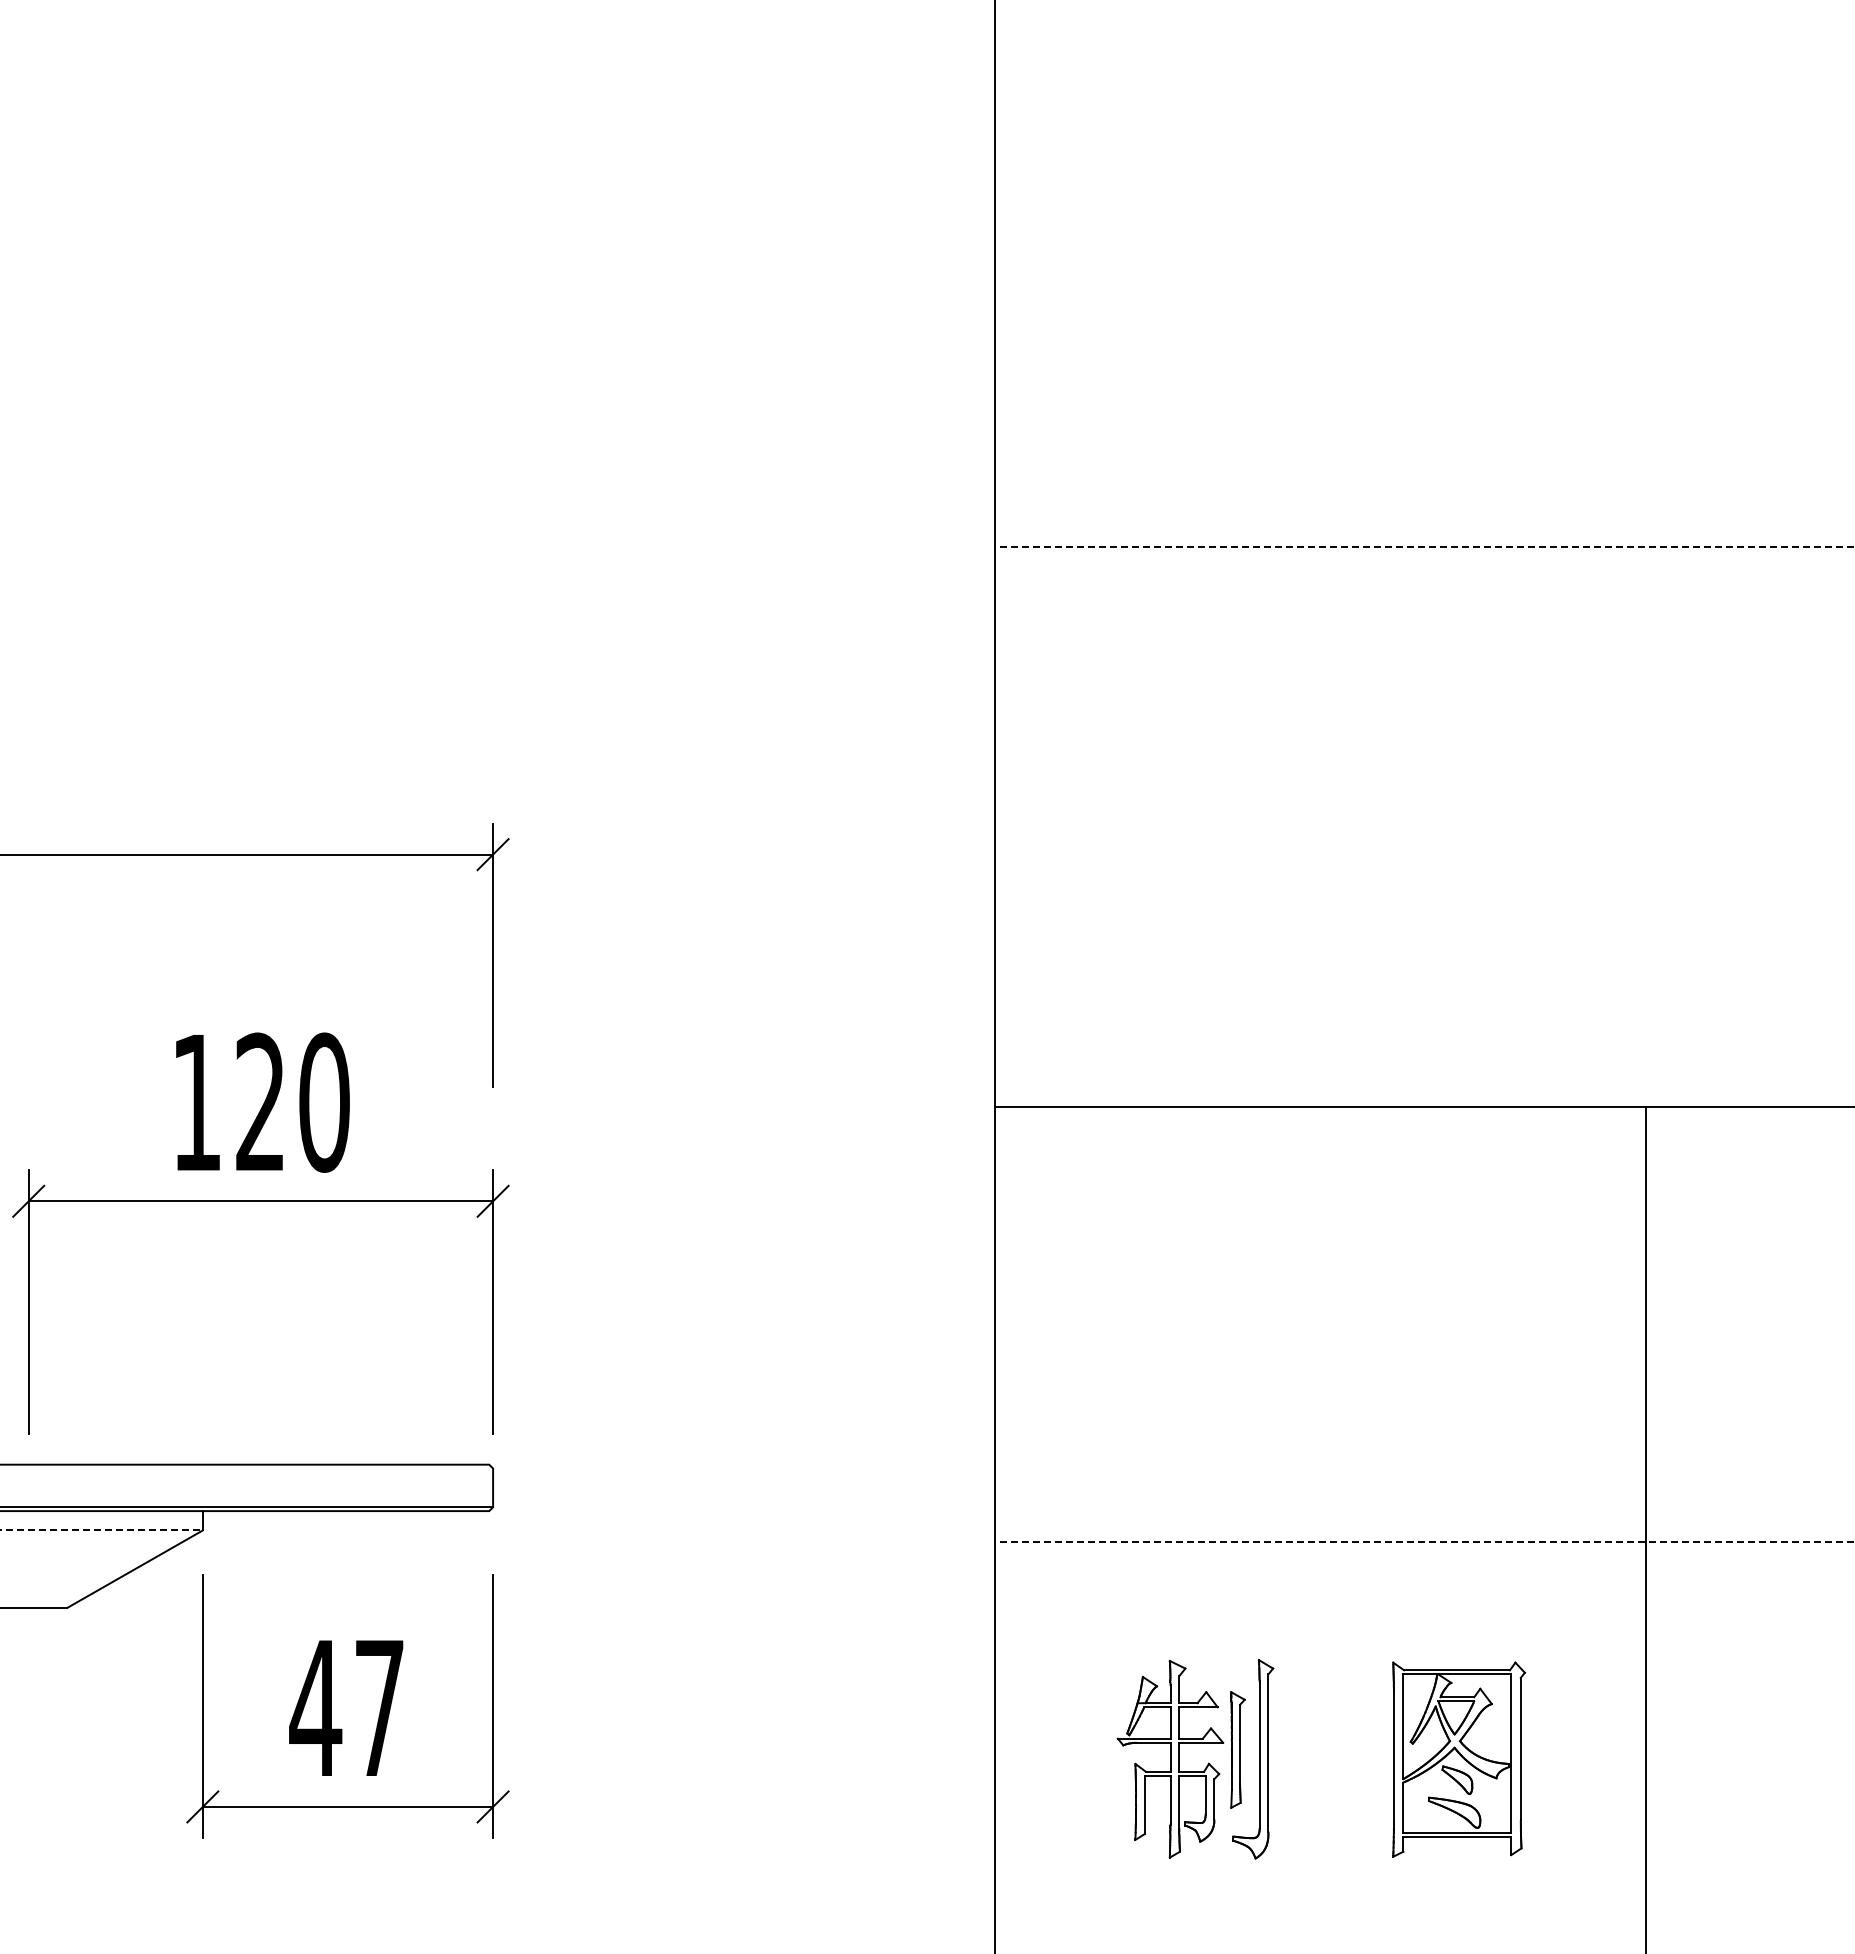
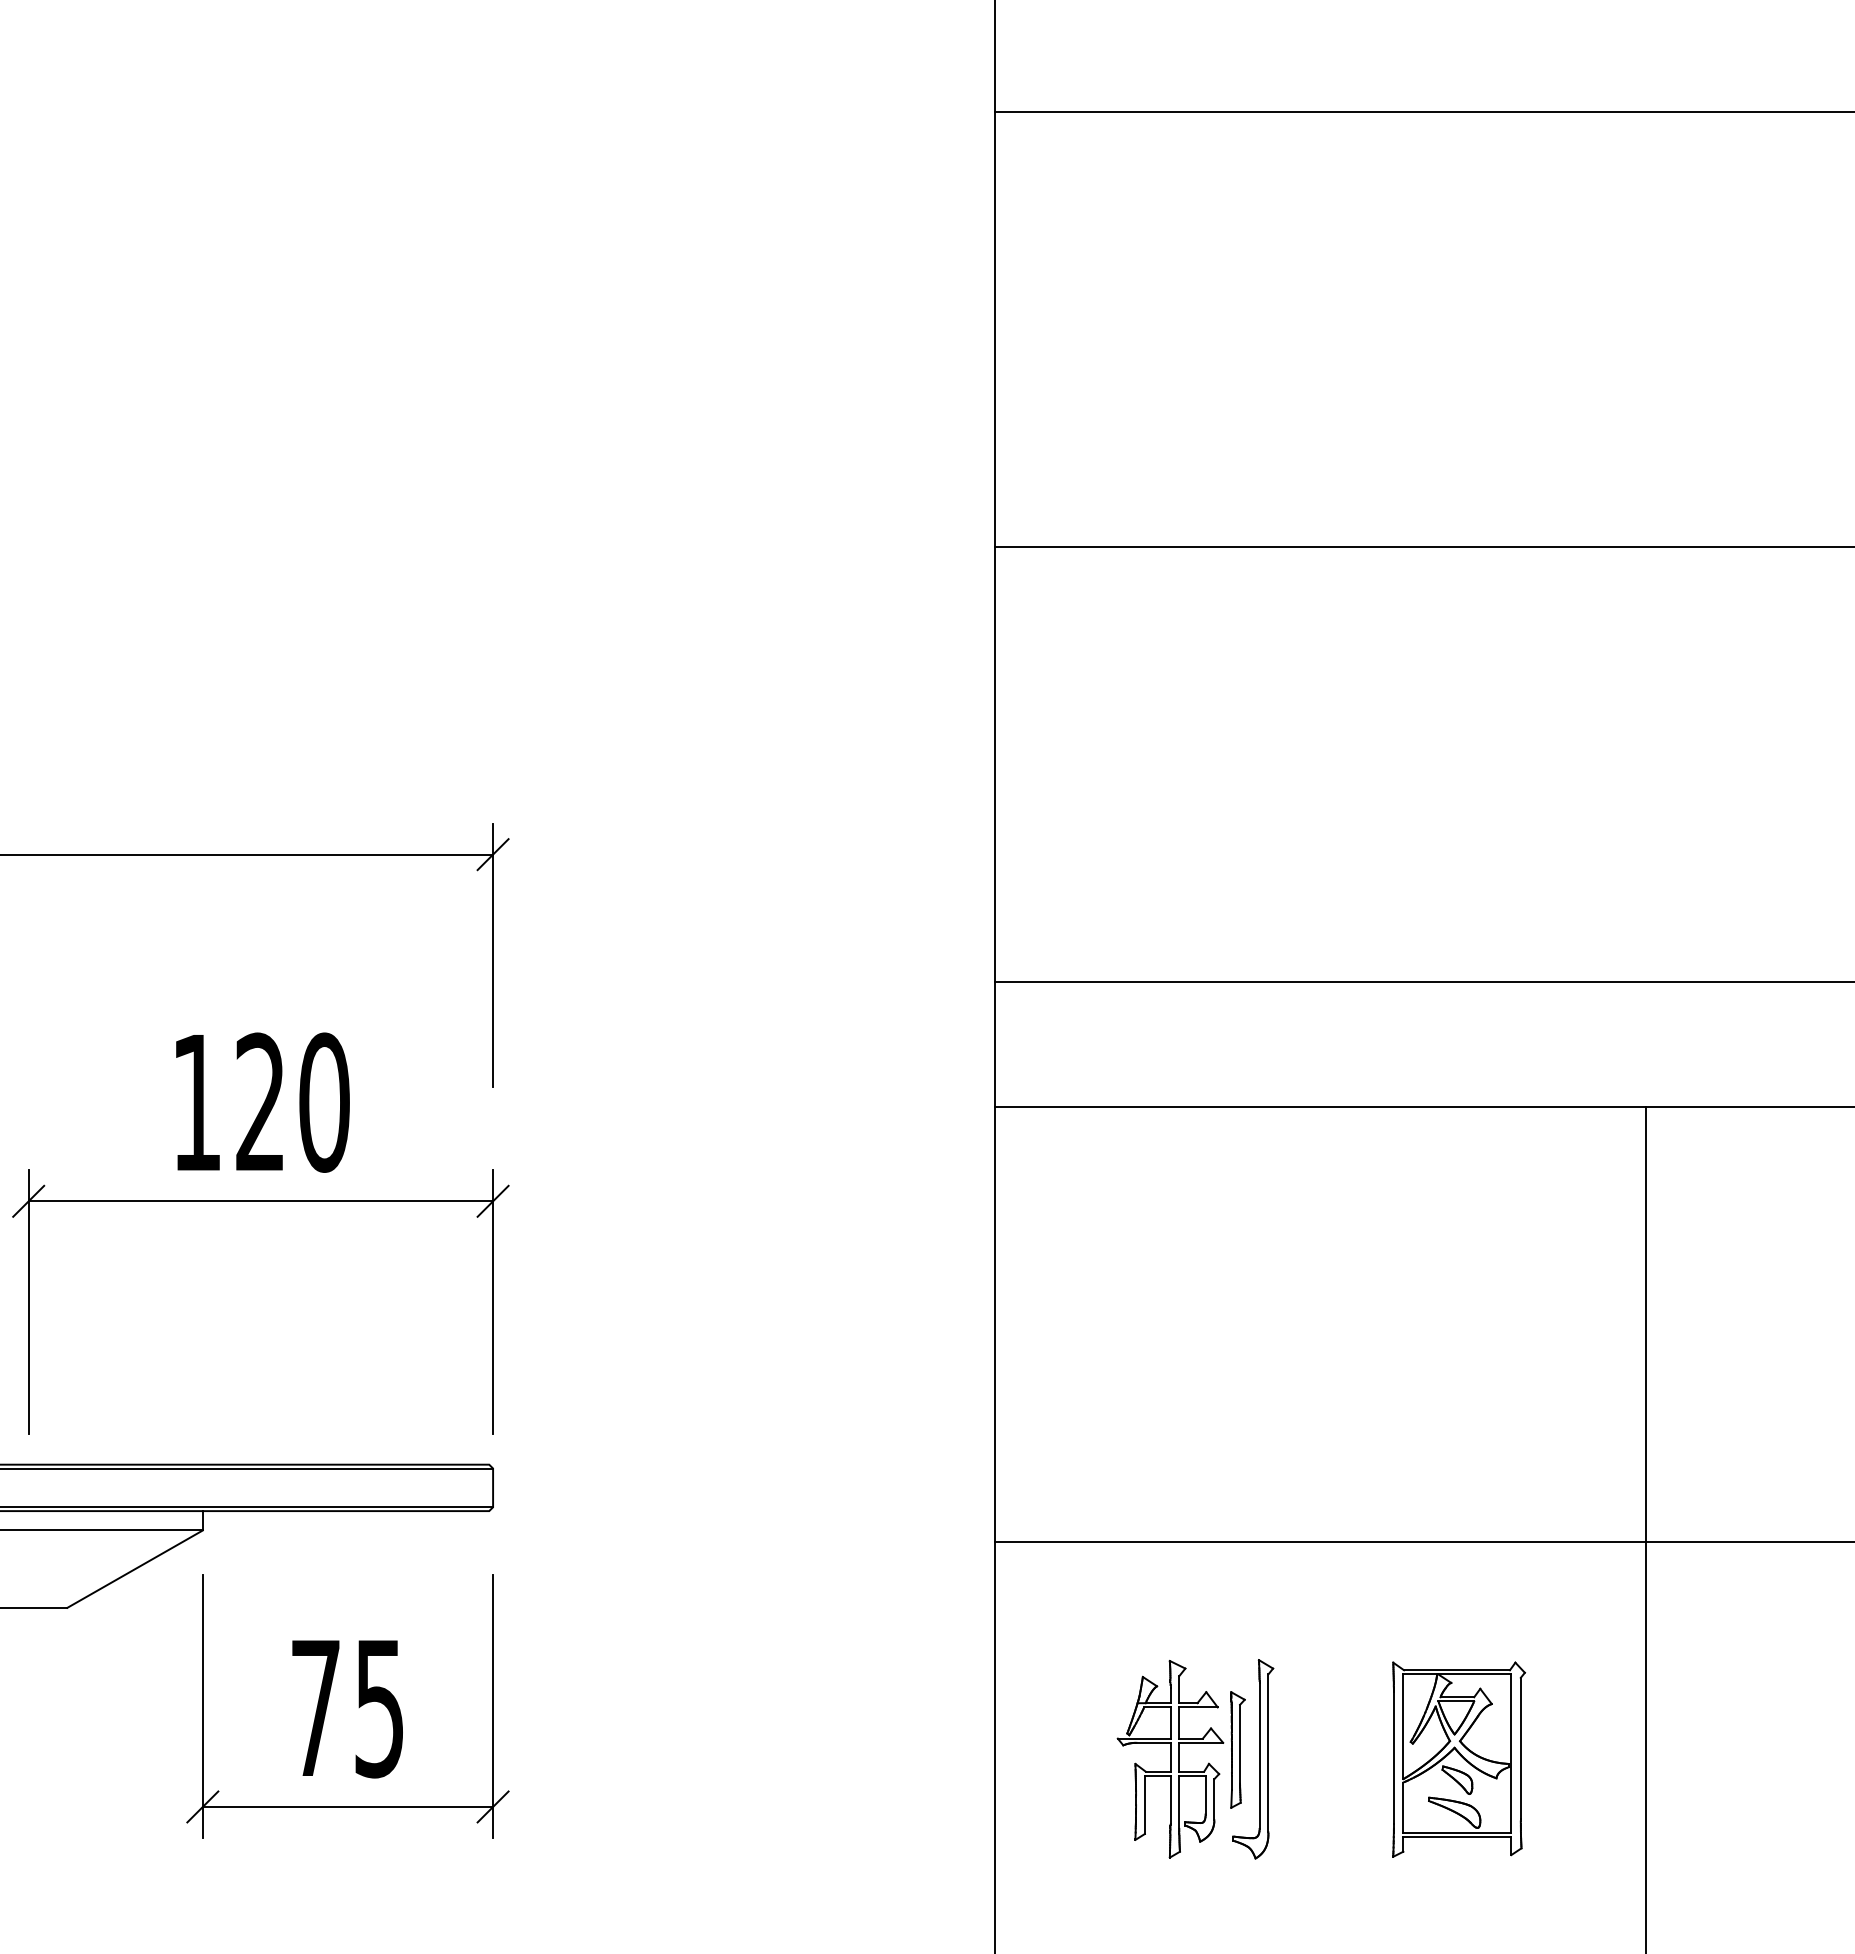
line at (1422, 111): none -> present
line at (1424, 547): dashed -> solid
line at (1422, 982): none -> present
line at (247, 1468): none -> present
line at (101, 1530): dashed -> solid
line at (1424, 1541): dashed -> solid
text at (346, 1709): 47 -> 75
